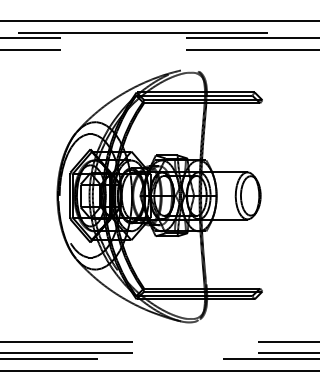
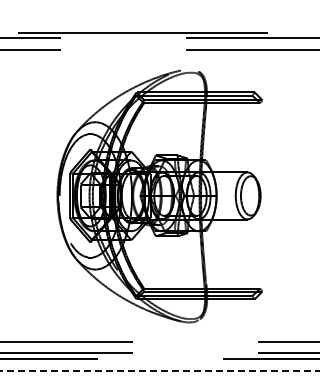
line at (159, 20): present -> none
line at (159, 370): solid -> dashed
